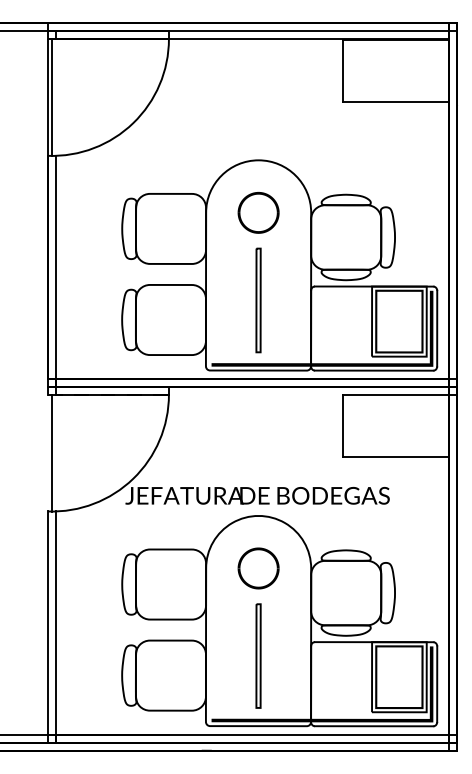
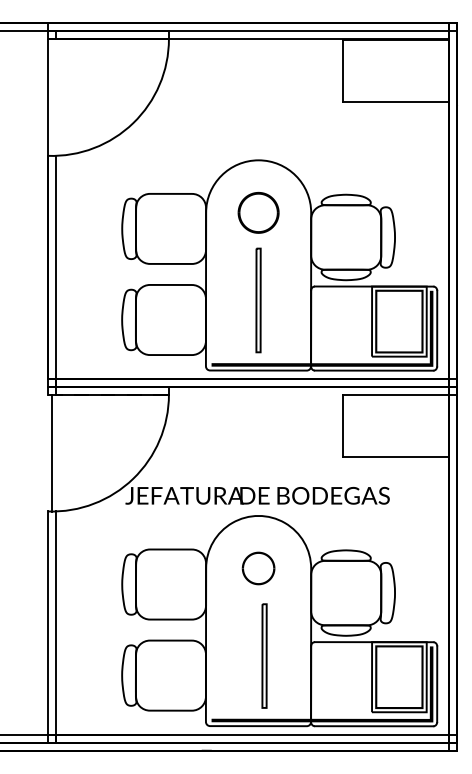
line at (52, 97): present -> none
part at (258, 568) size: 43x43 px -> 35x35 px
part at (258, 655) position: (258, 655) -> (264, 655)
